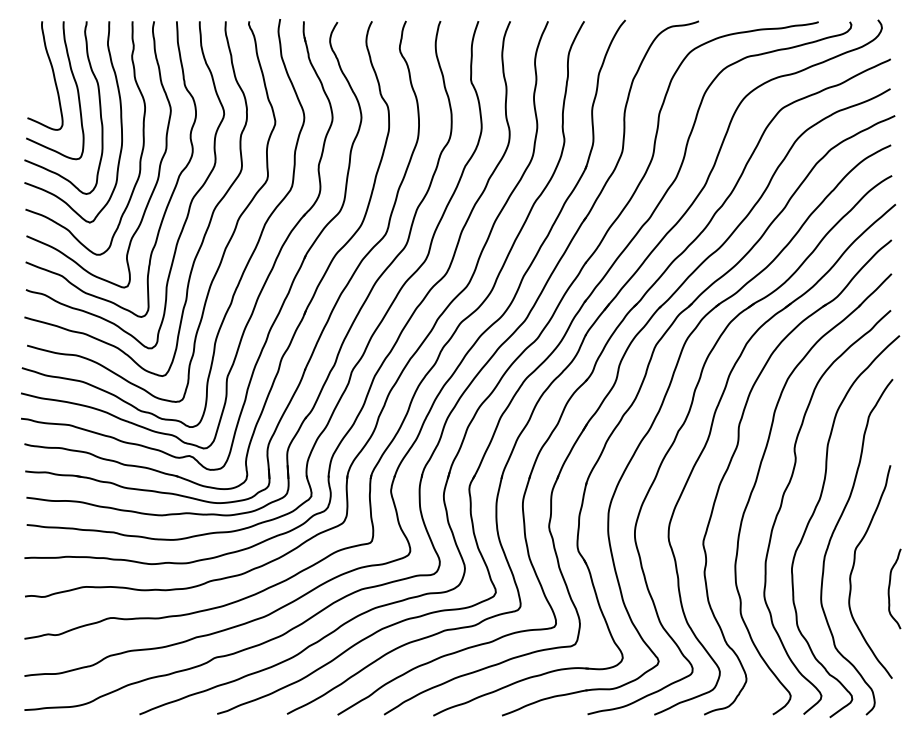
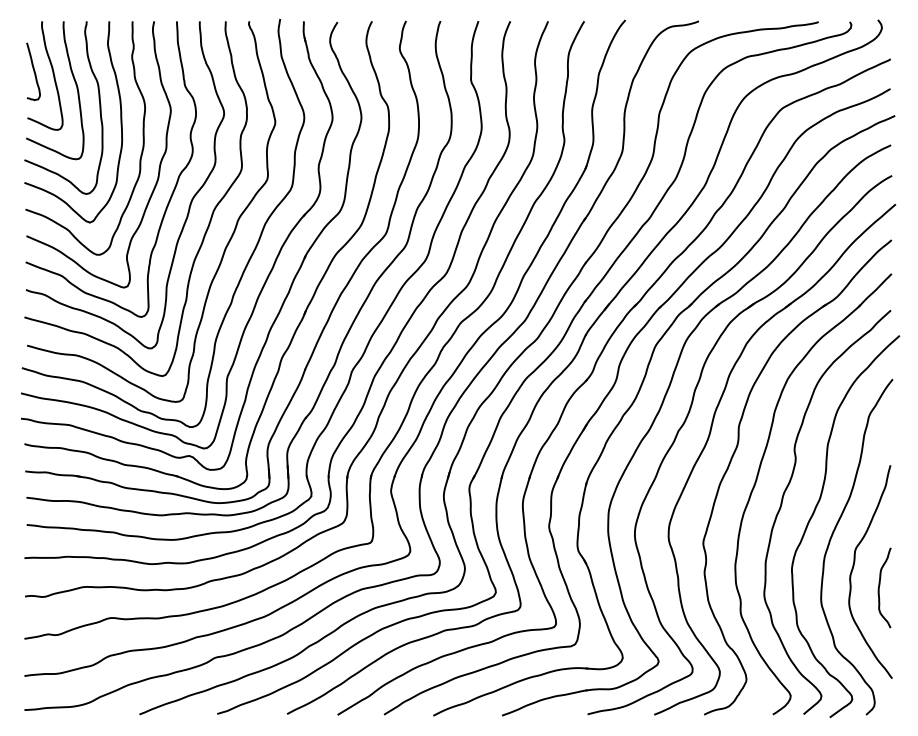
curve at (33, 71): none -> present
curve at (890, 586) position: (890, 586) -> (880, 585)
